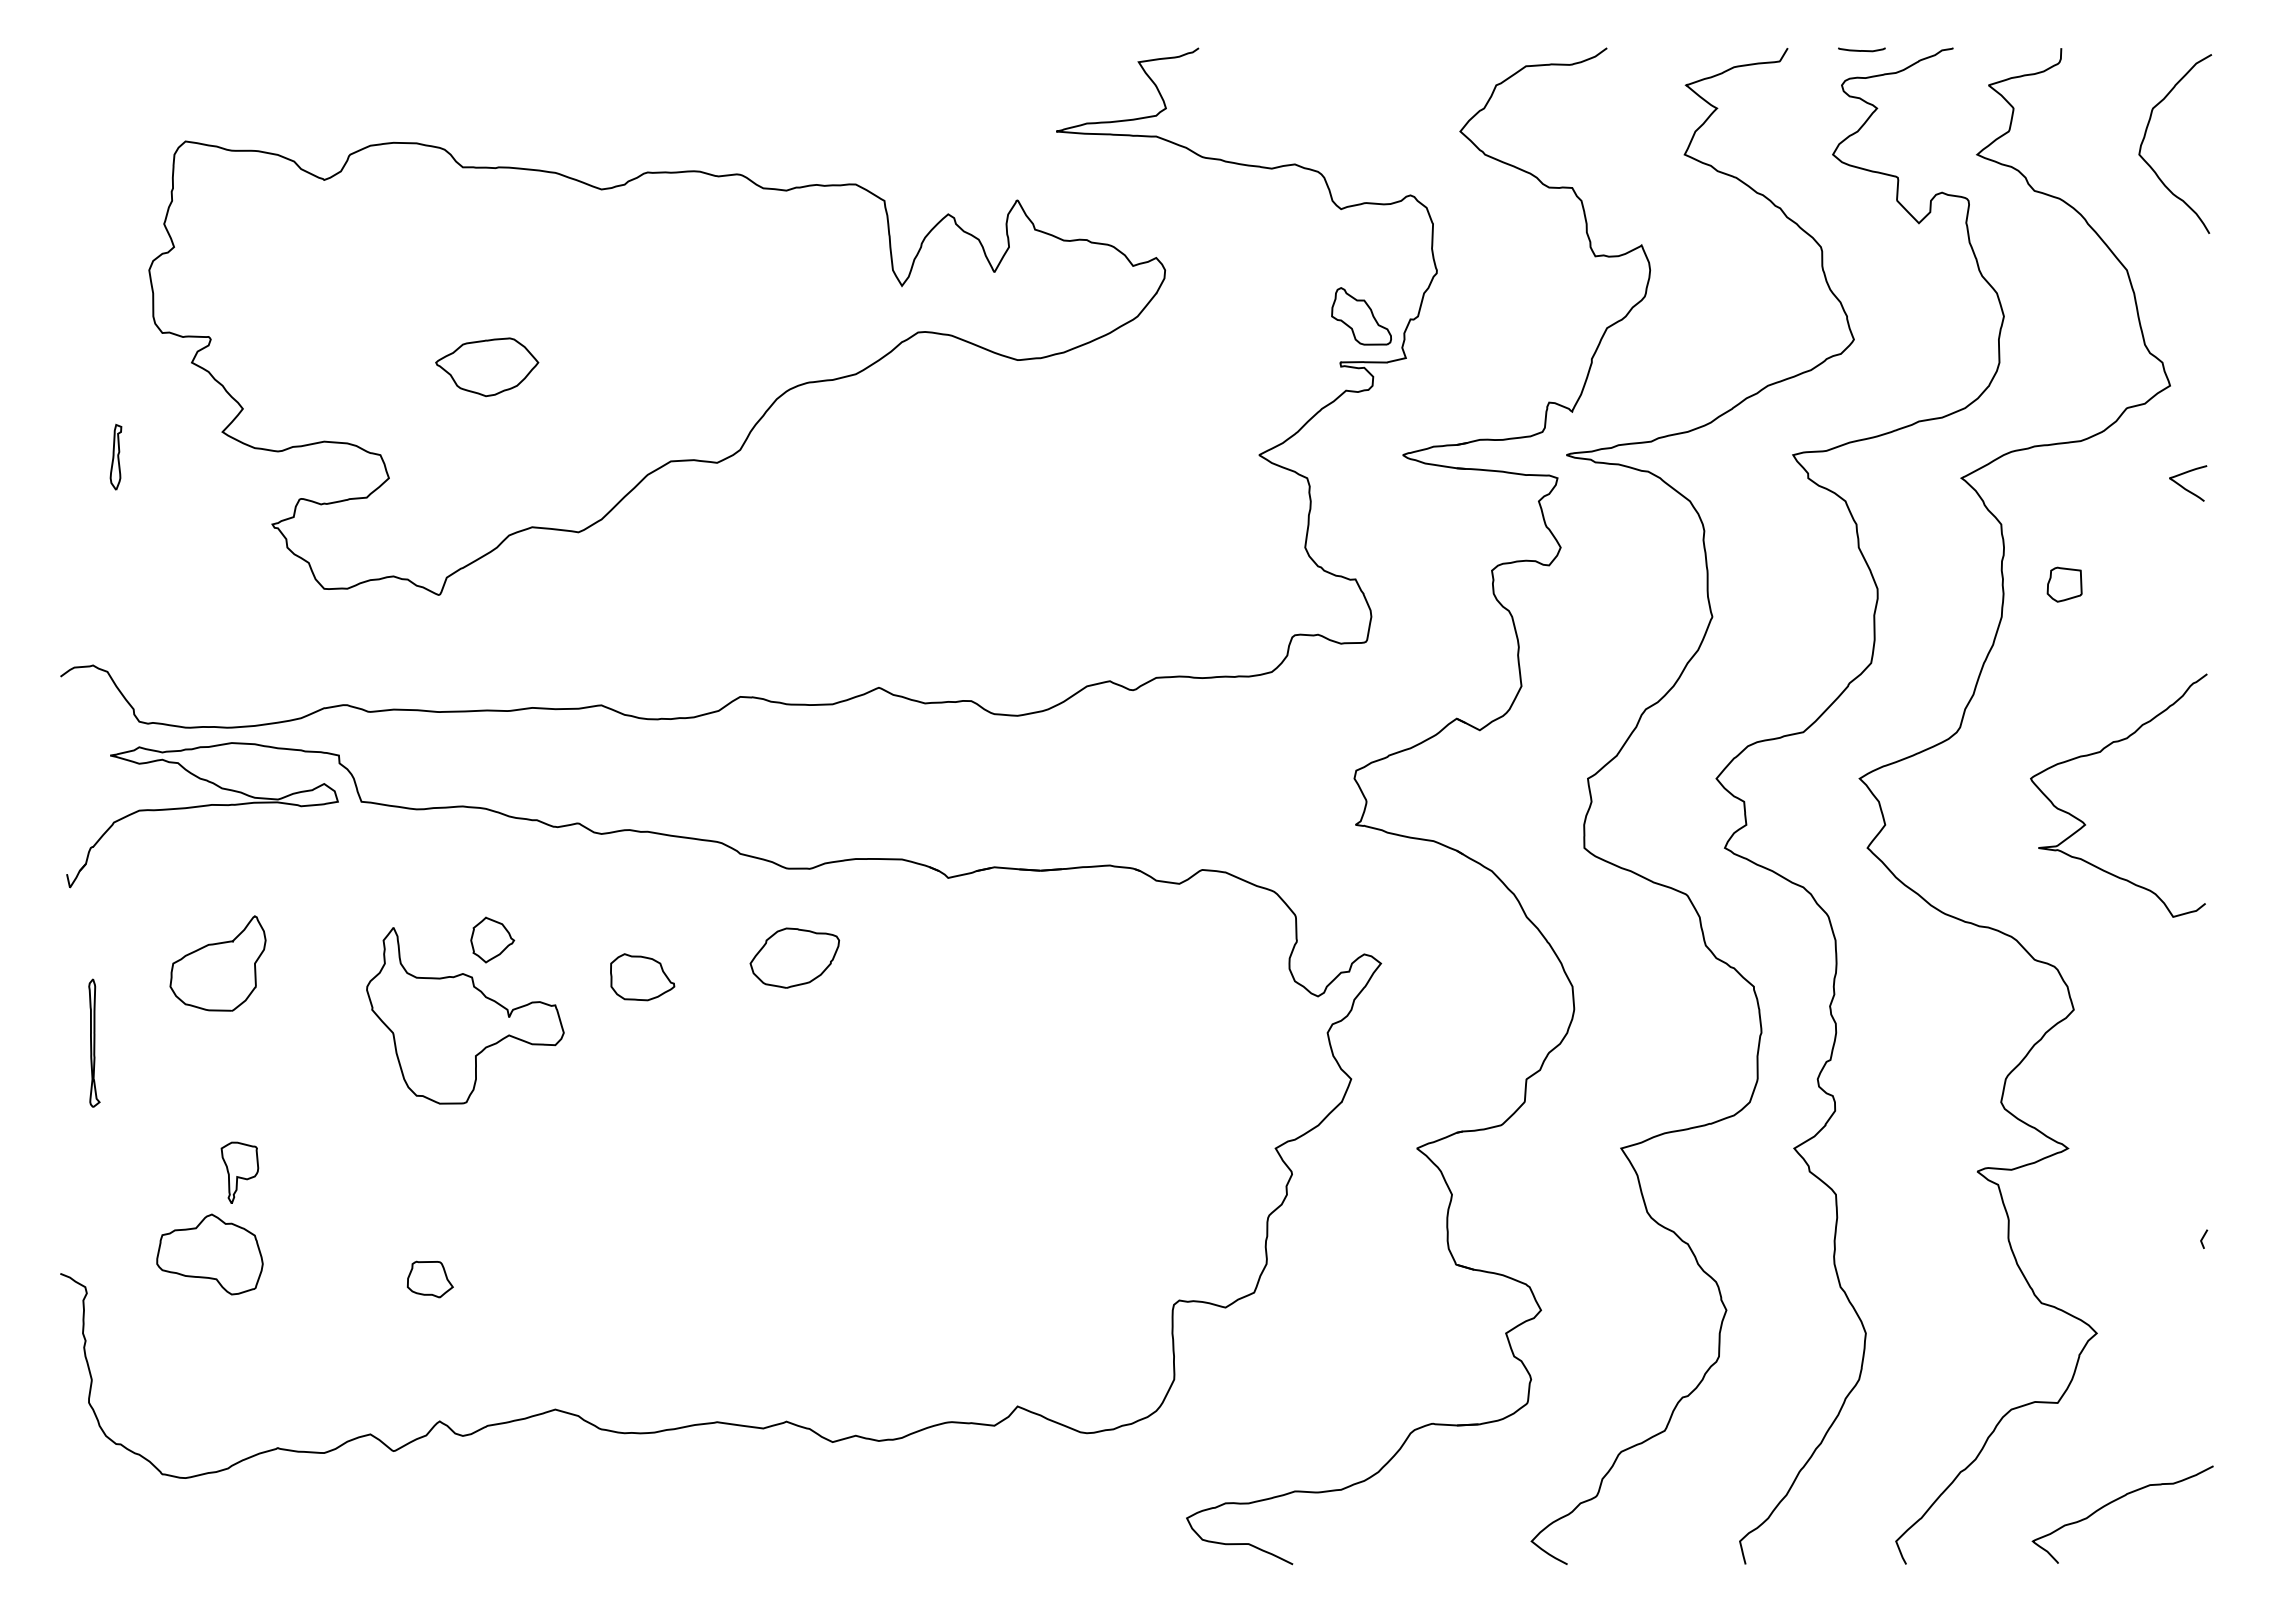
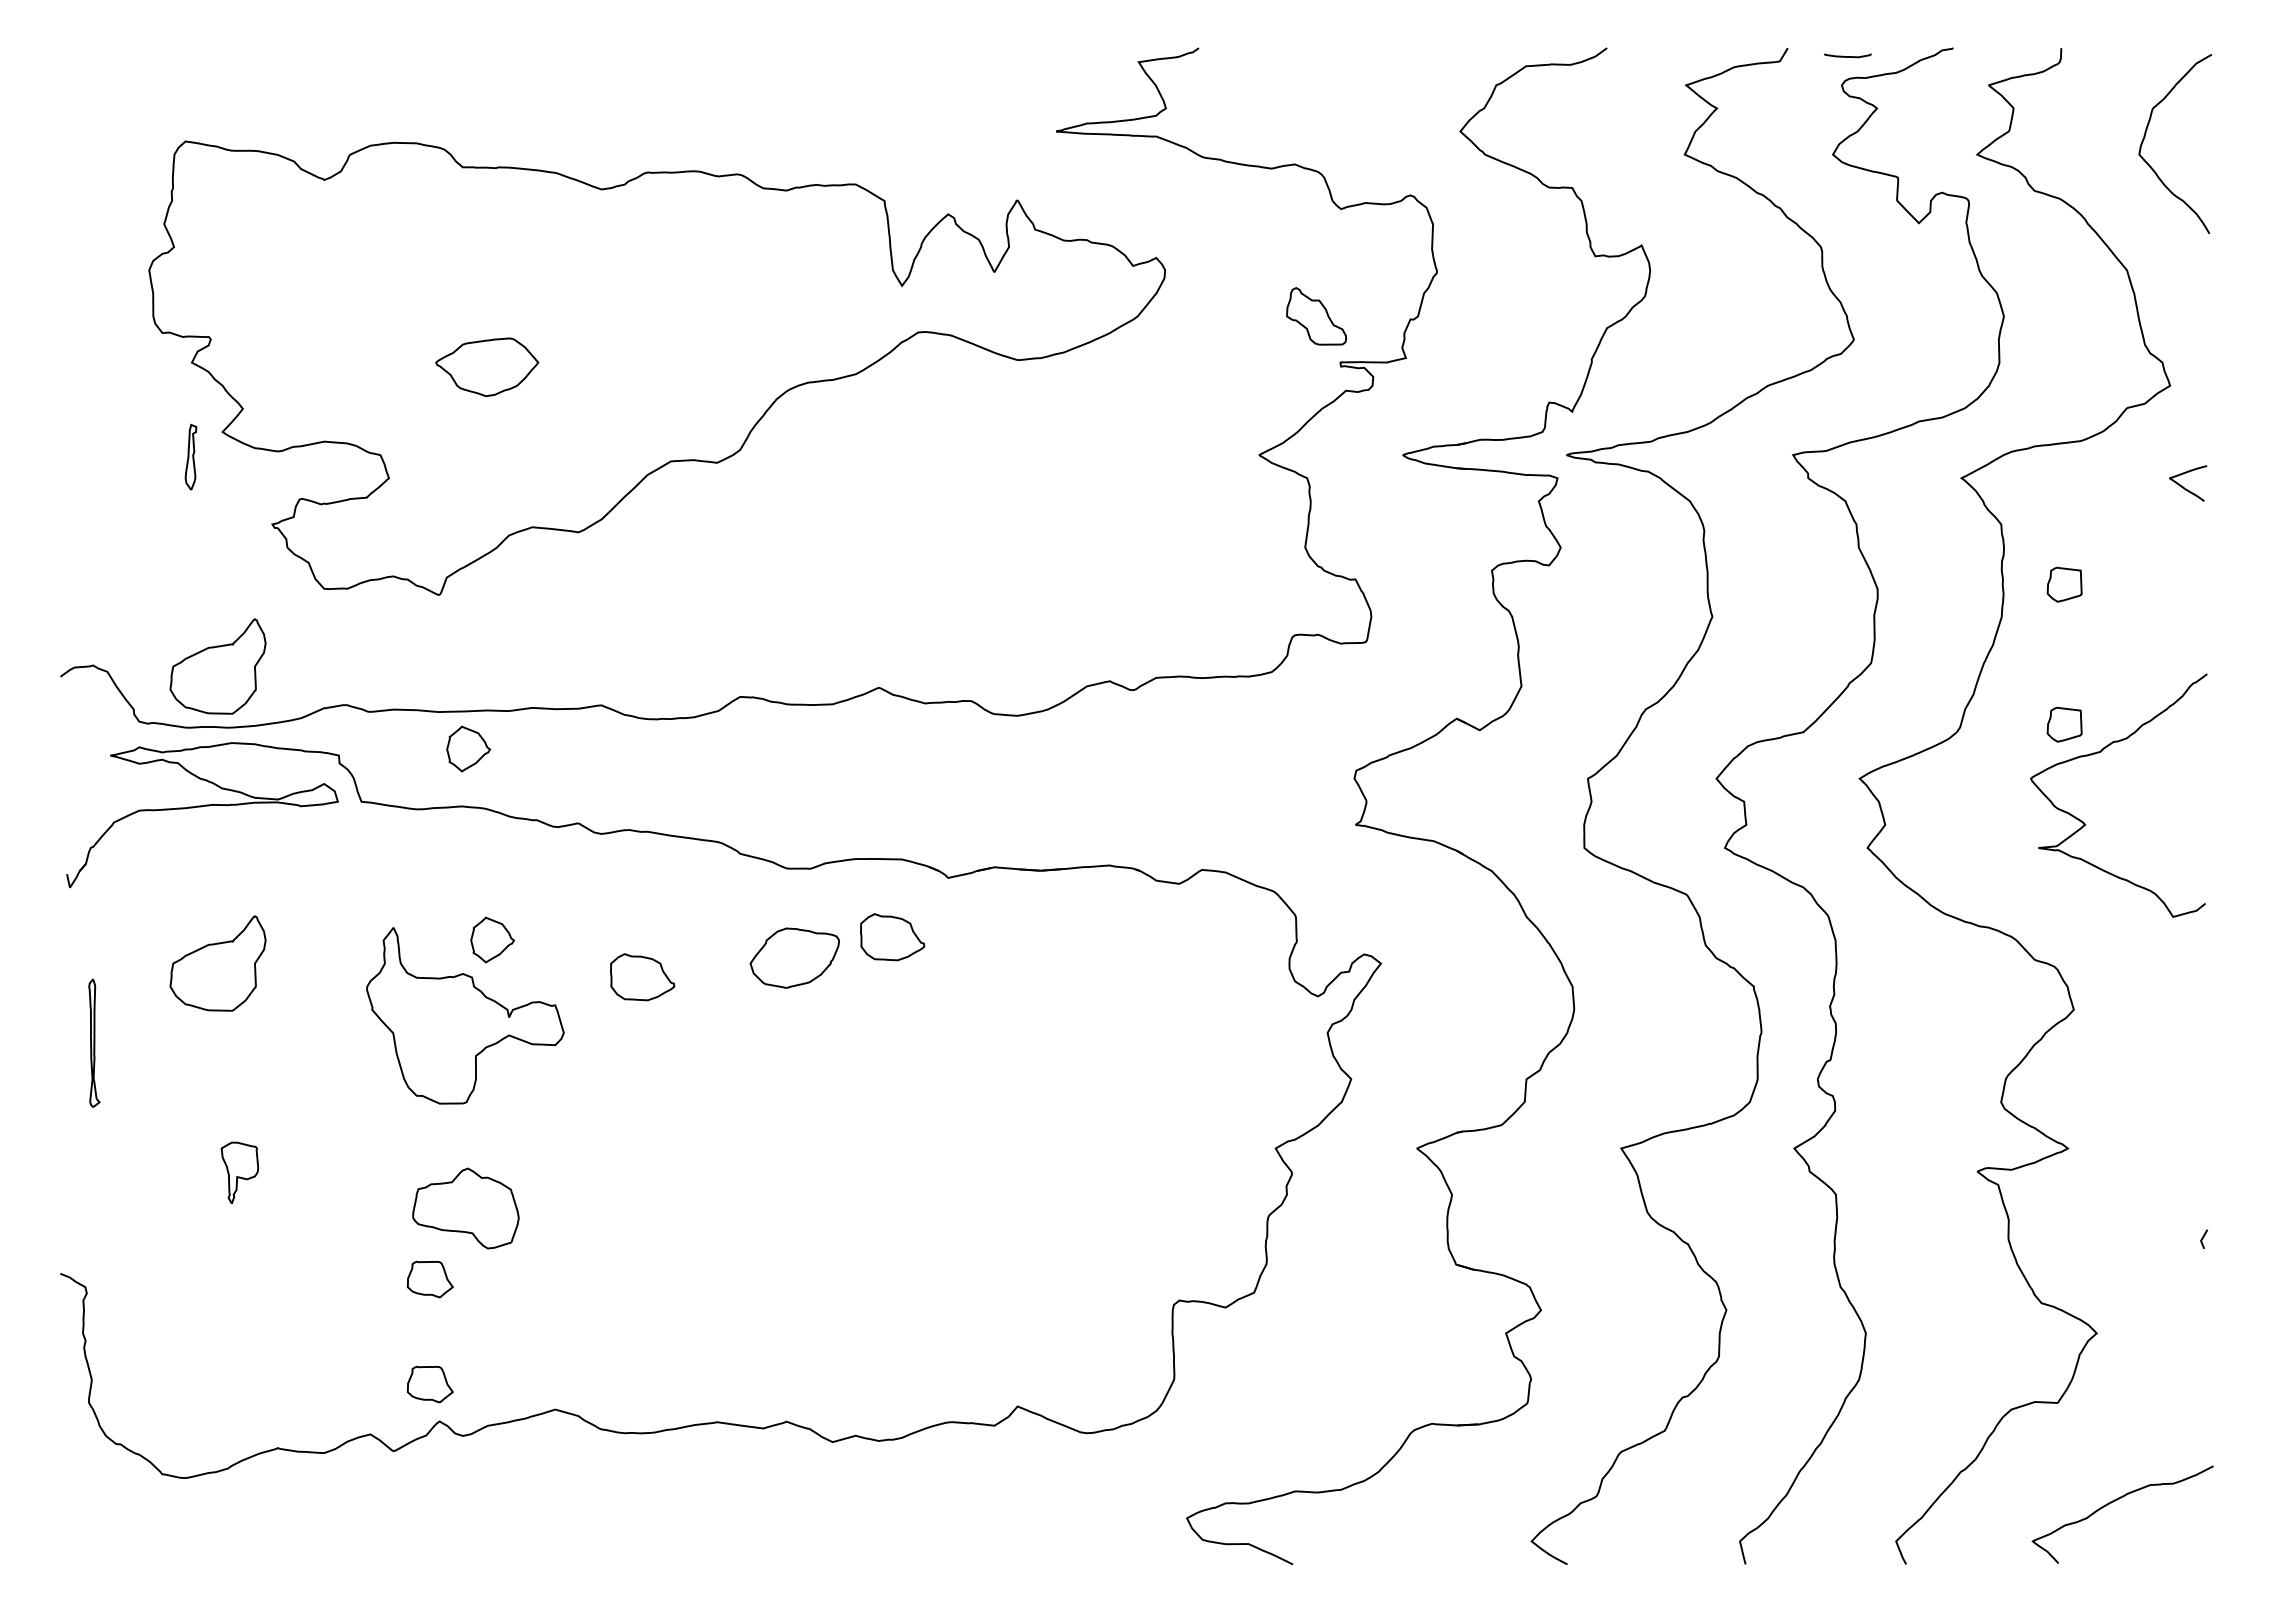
curve at (1861, 50) position: (1861, 50) -> (1847, 56)
part at (1361, 316) position: (1361, 316) -> (1316, 316)
part at (115, 456) position: (115, 456) -> (190, 456)
part at (217, 666): none -> present
part at (2064, 724): none -> present
part at (468, 748): none -> present
part at (892, 937): none -> present
part at (209, 1254) position: (209, 1254) -> (465, 1208)
part at (429, 1384): none -> present
